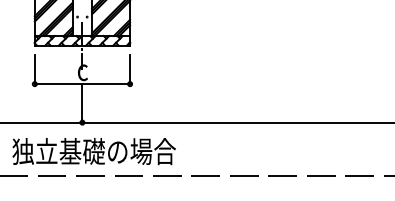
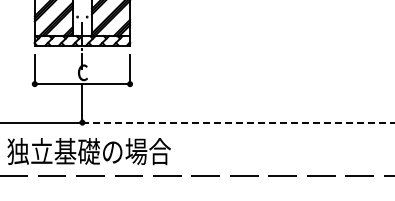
line at (238, 122): solid -> dashed
text at (93, 151) position: (93, 151) -> (88, 151)
